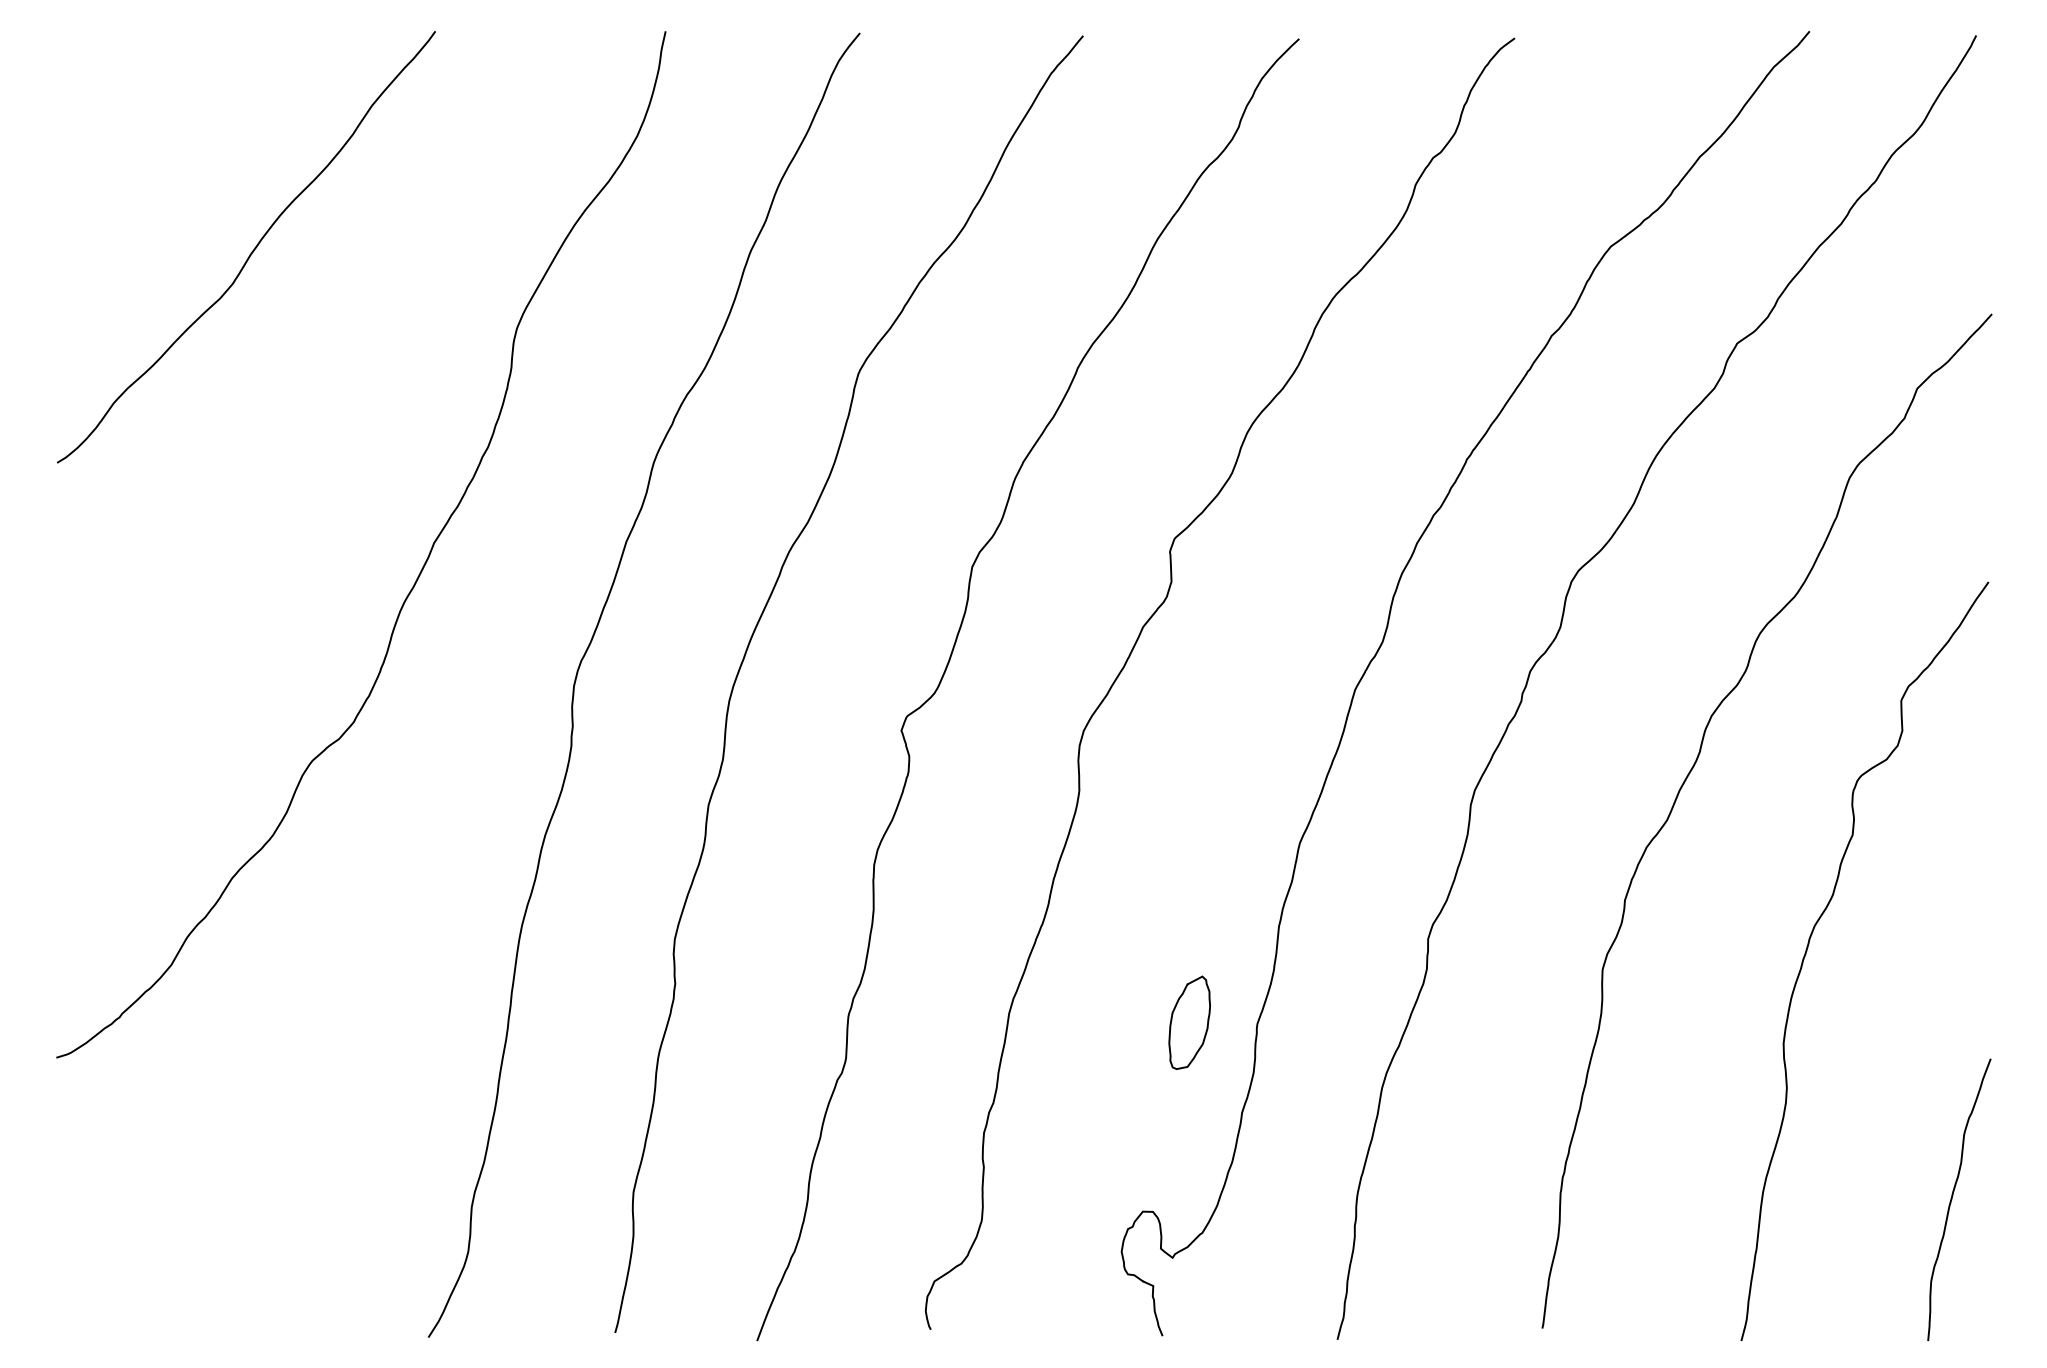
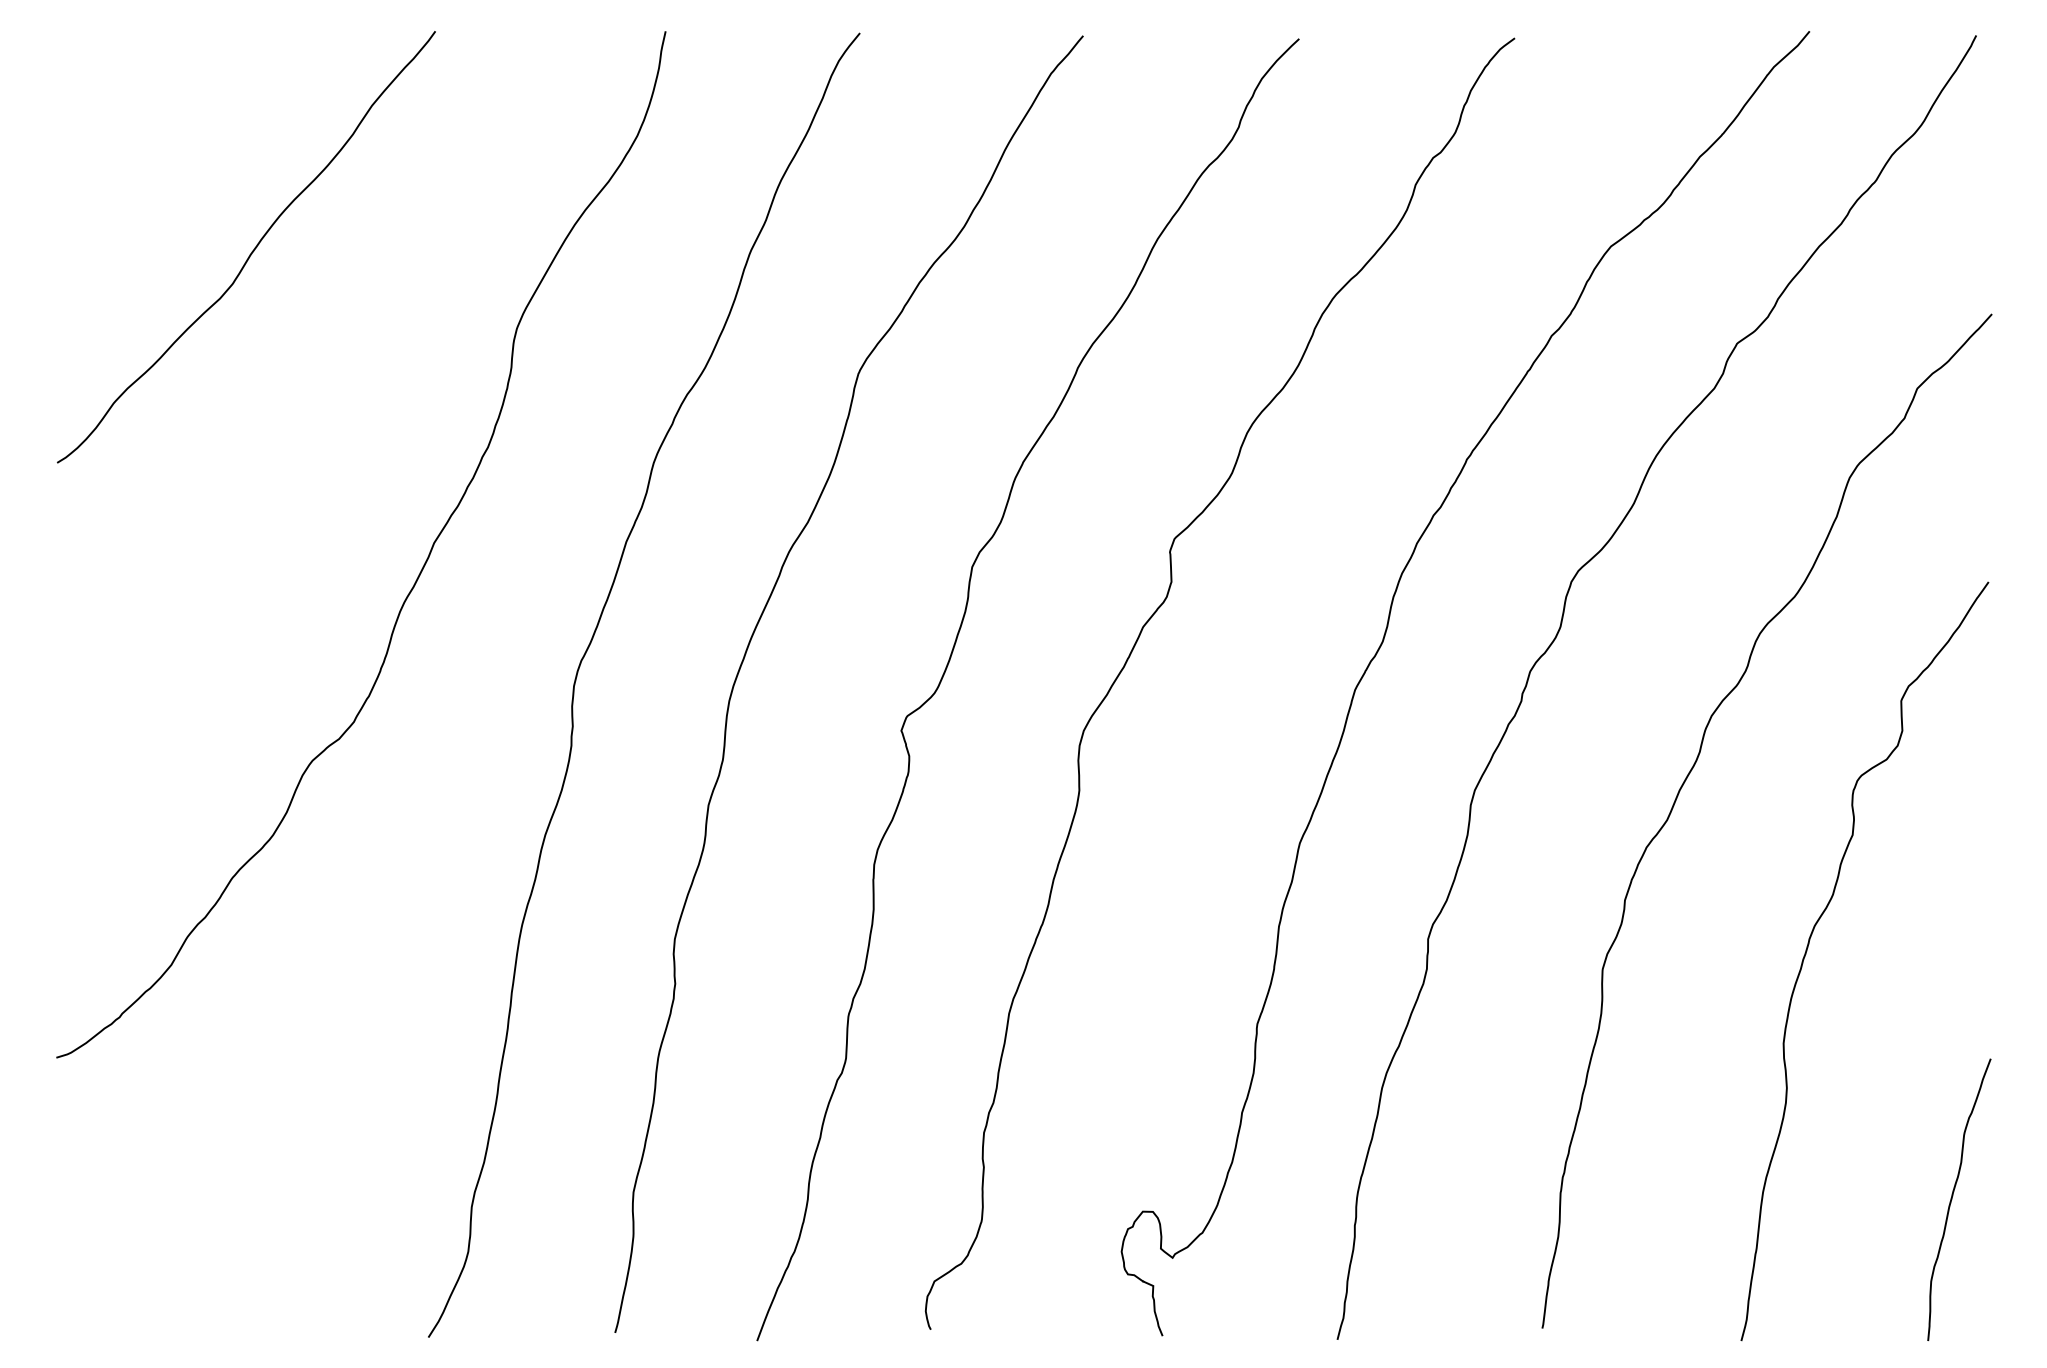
part at (1189, 1022): present -> none
